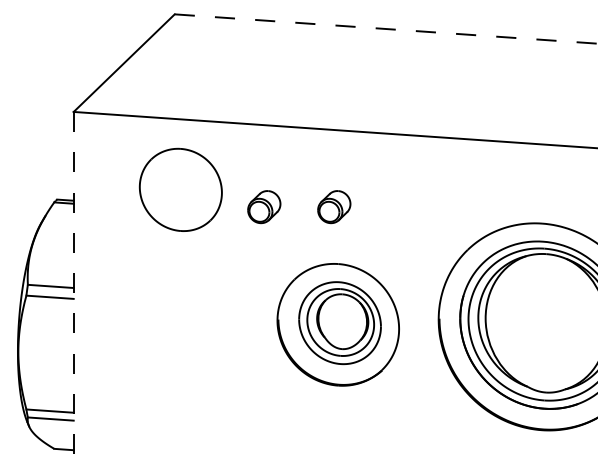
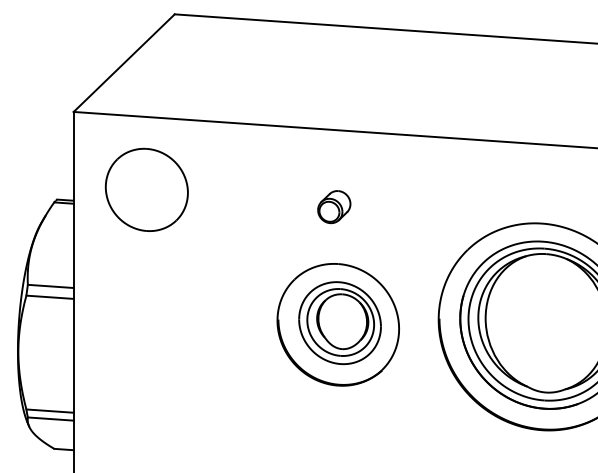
line at (386, 29): dashed -> solid
part at (180, 189) position: (180, 189) -> (146, 189)
part at (264, 207): present -> none
line at (73, 292): dashed -> solid
